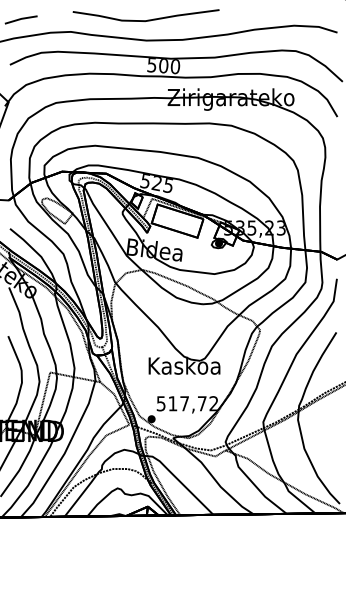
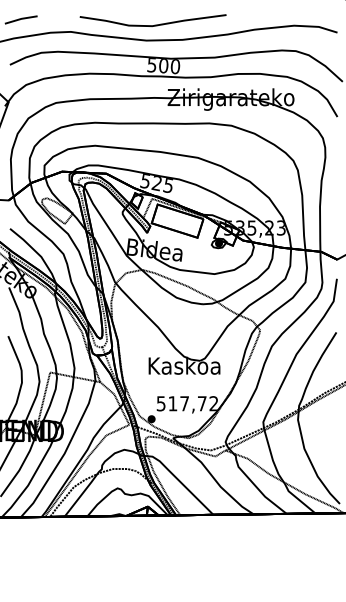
curve at (147, 19) position: (147, 19) -> (154, 24)
